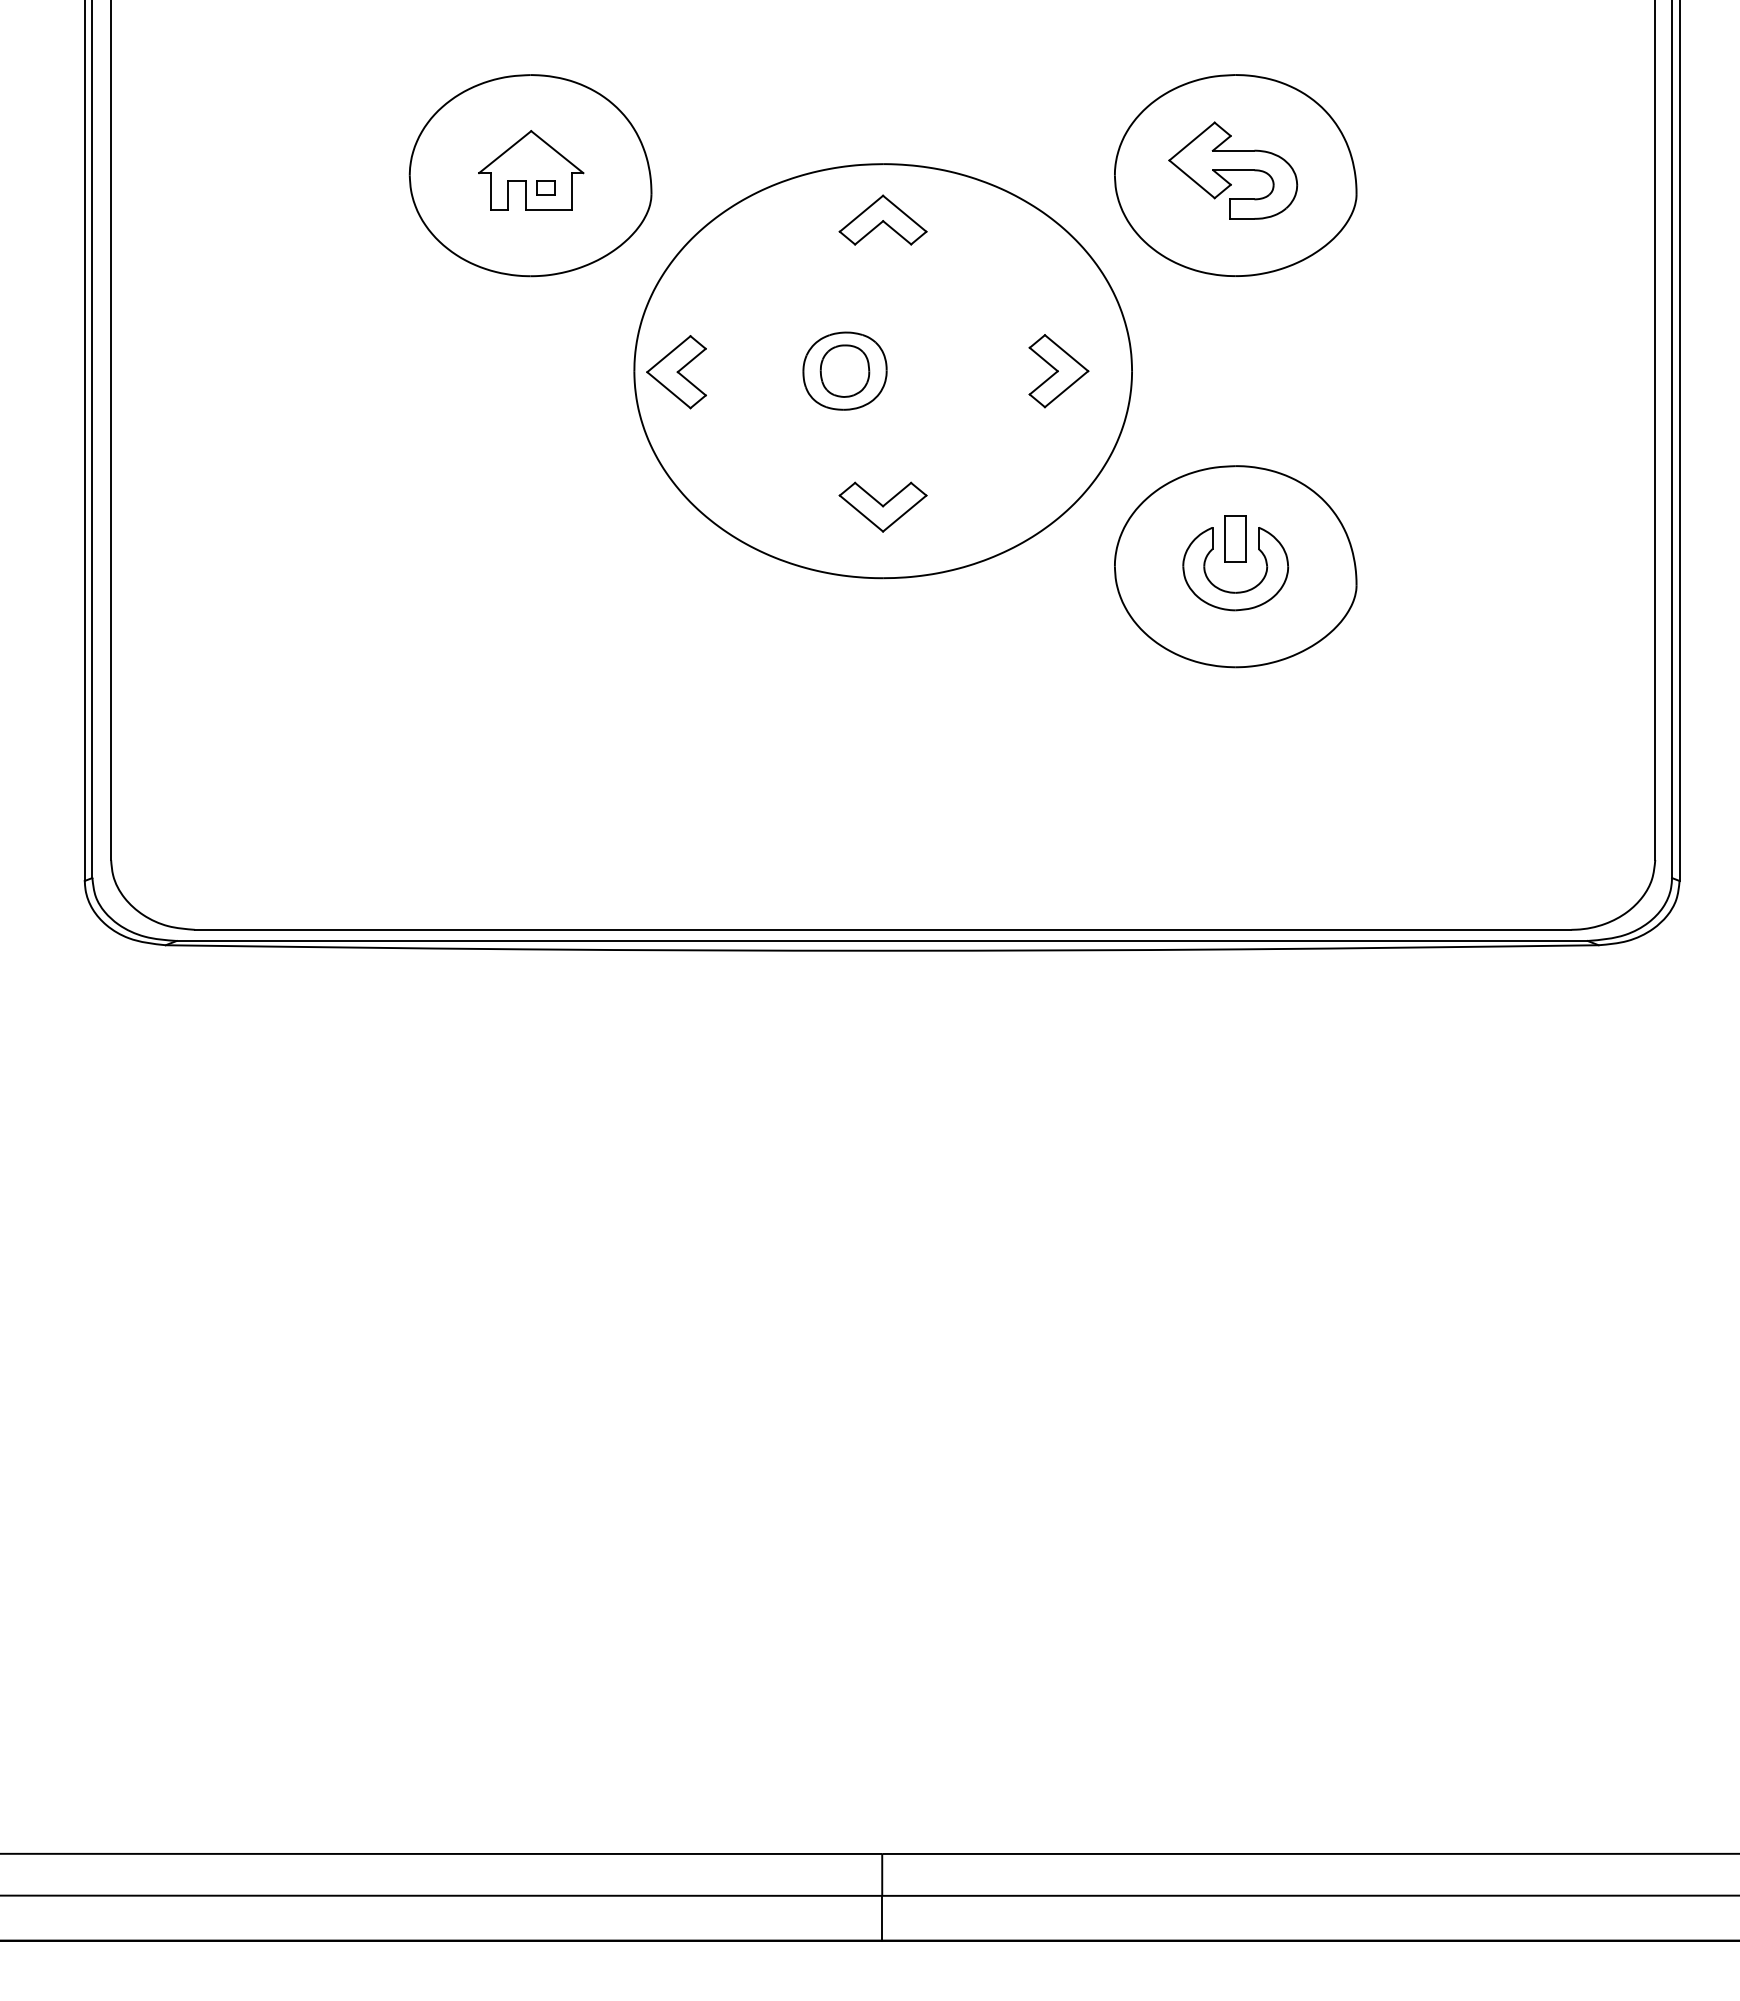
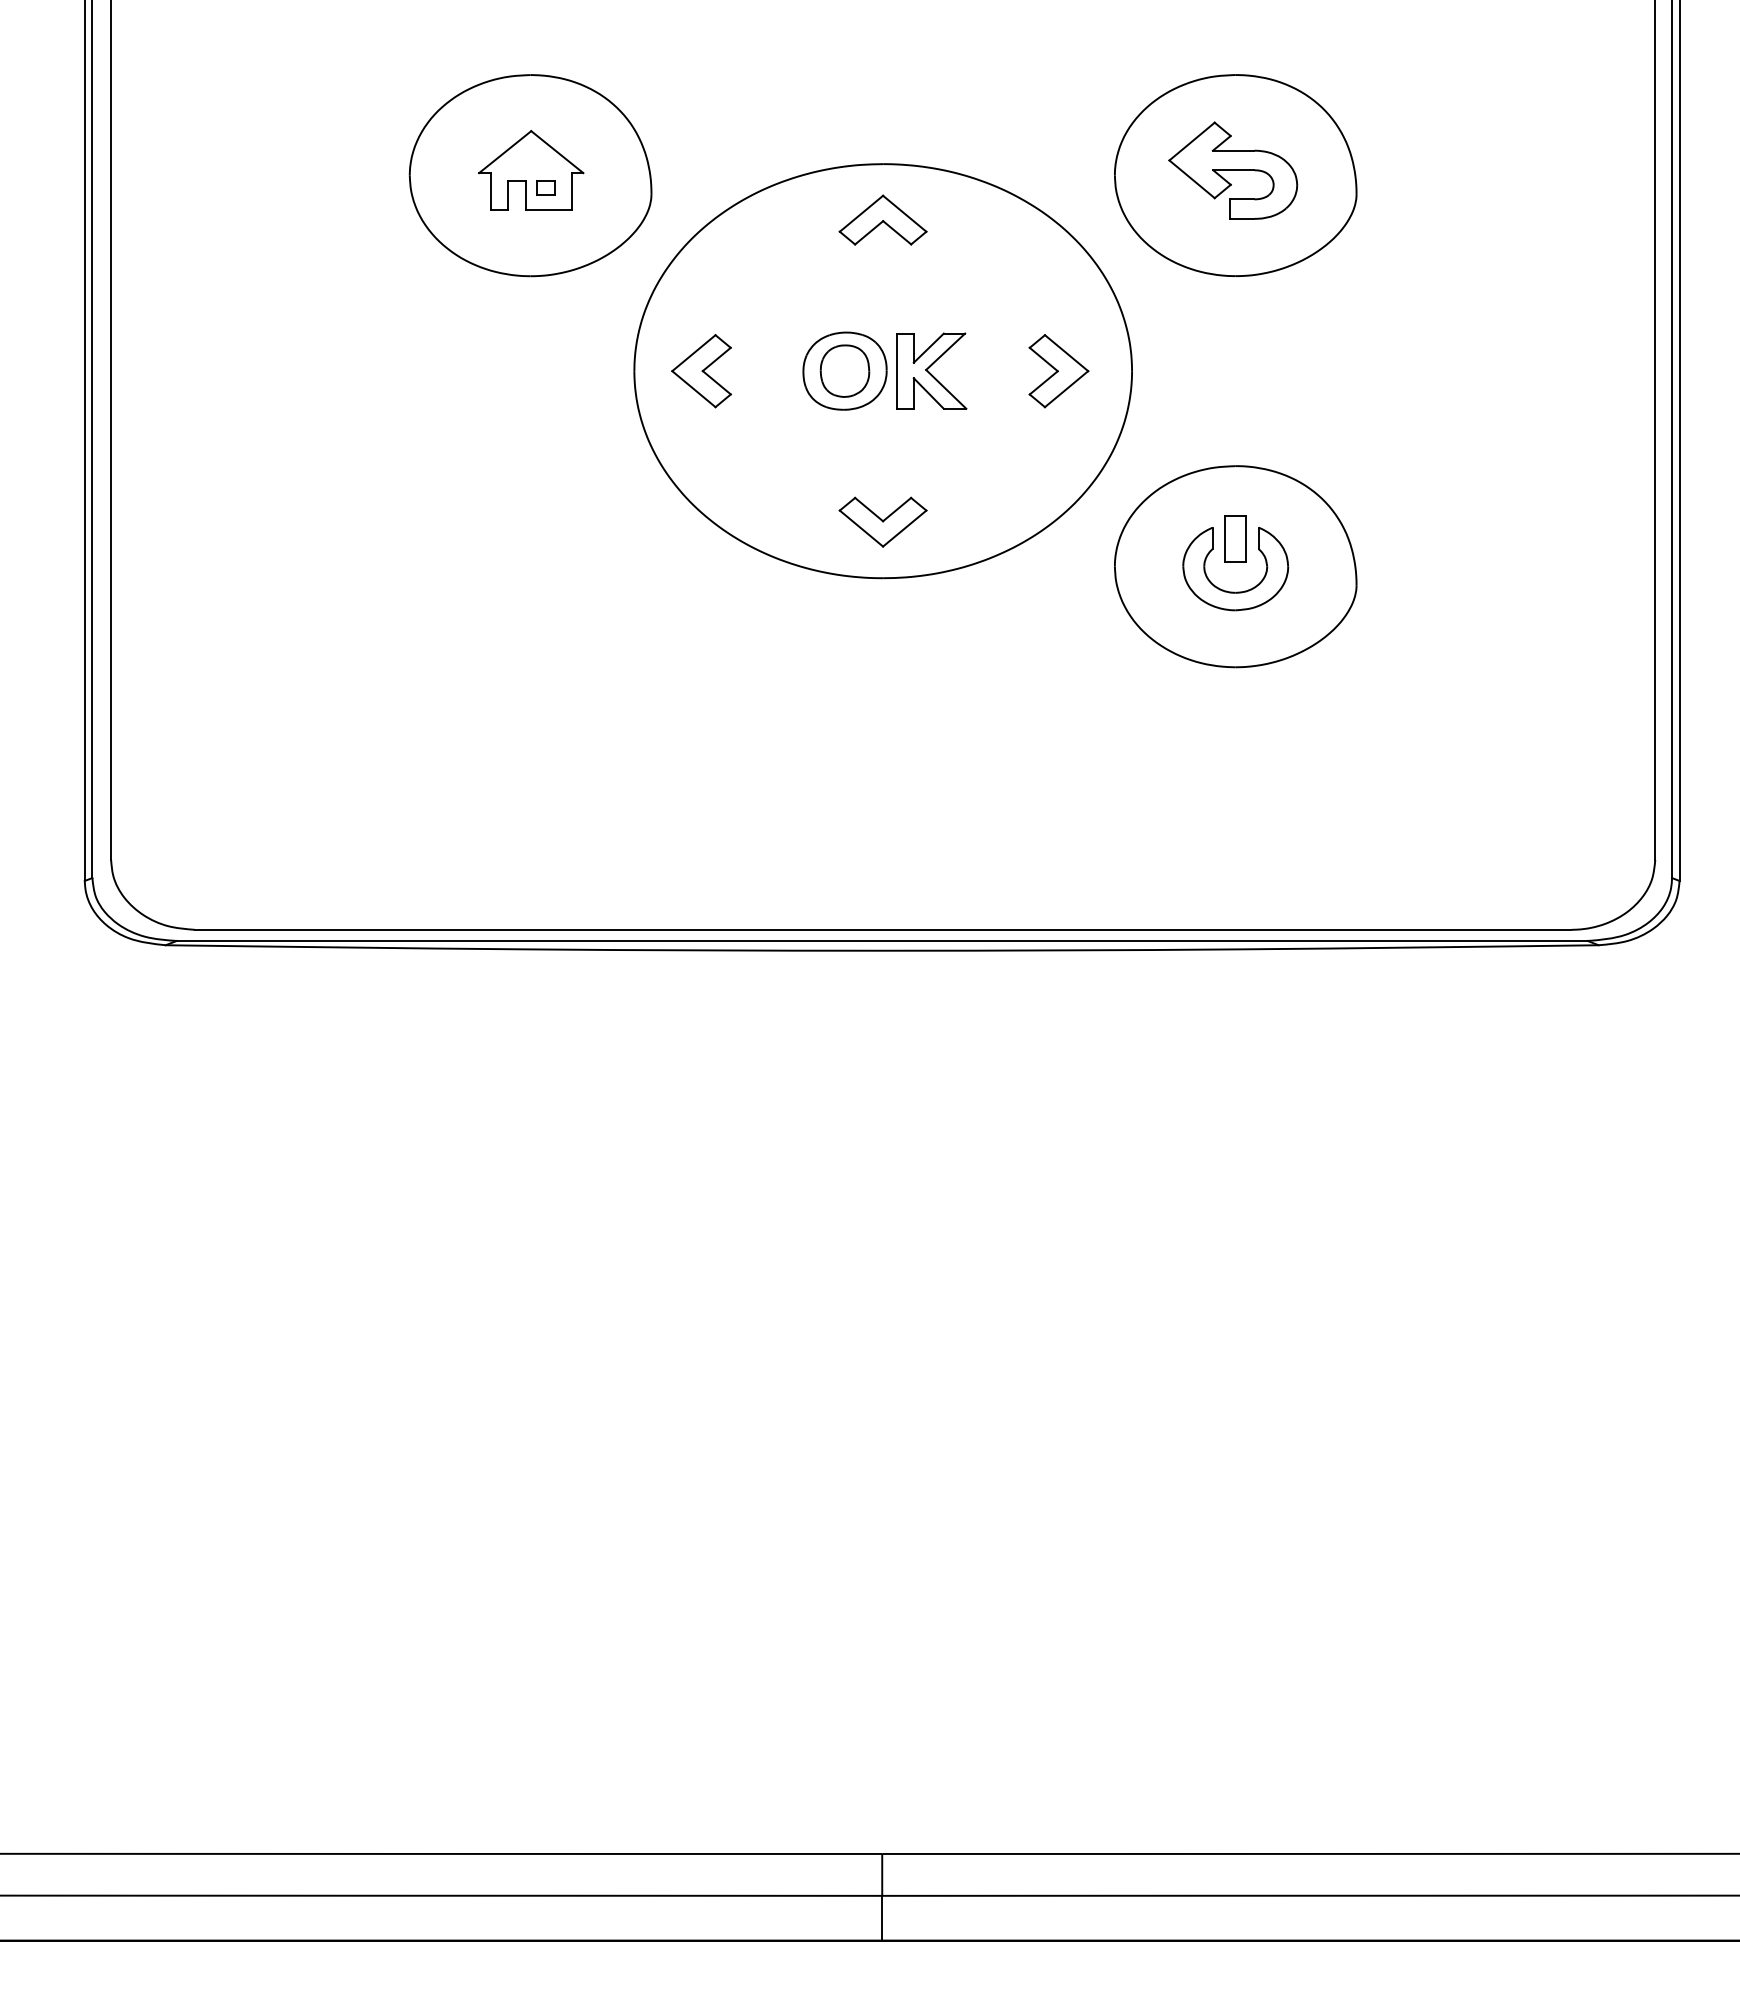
part at (931, 370): none -> present
part at (676, 372) position: (676, 372) -> (701, 371)
part at (882, 506) position: (882, 506) -> (882, 521)
